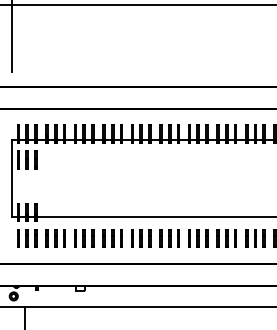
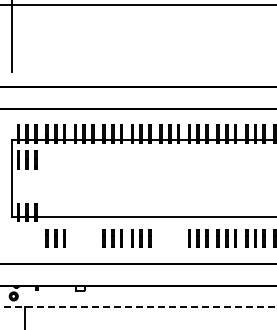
part at (27, 238): present -> none
part at (84, 238): present -> none
part at (169, 238): present -> none
line at (138, 307): solid -> dashed
